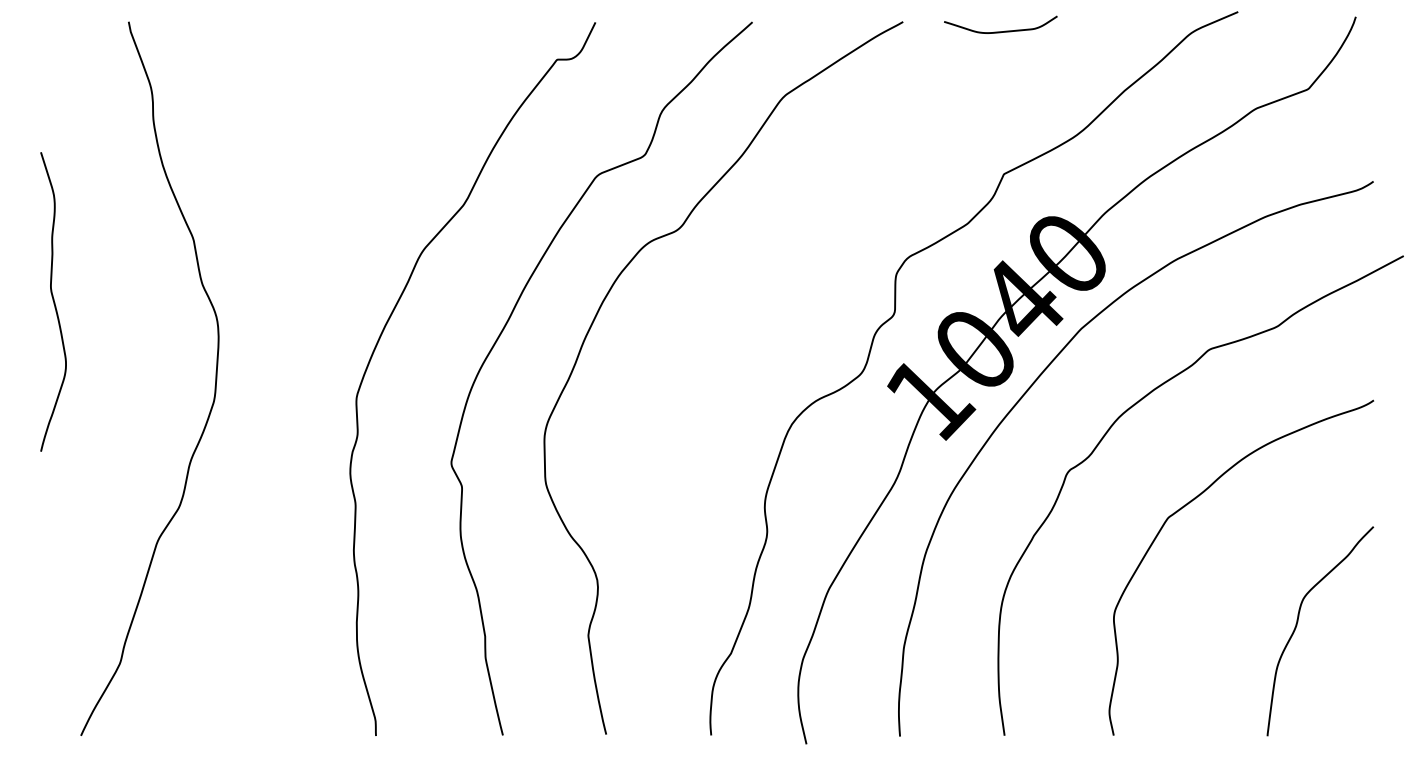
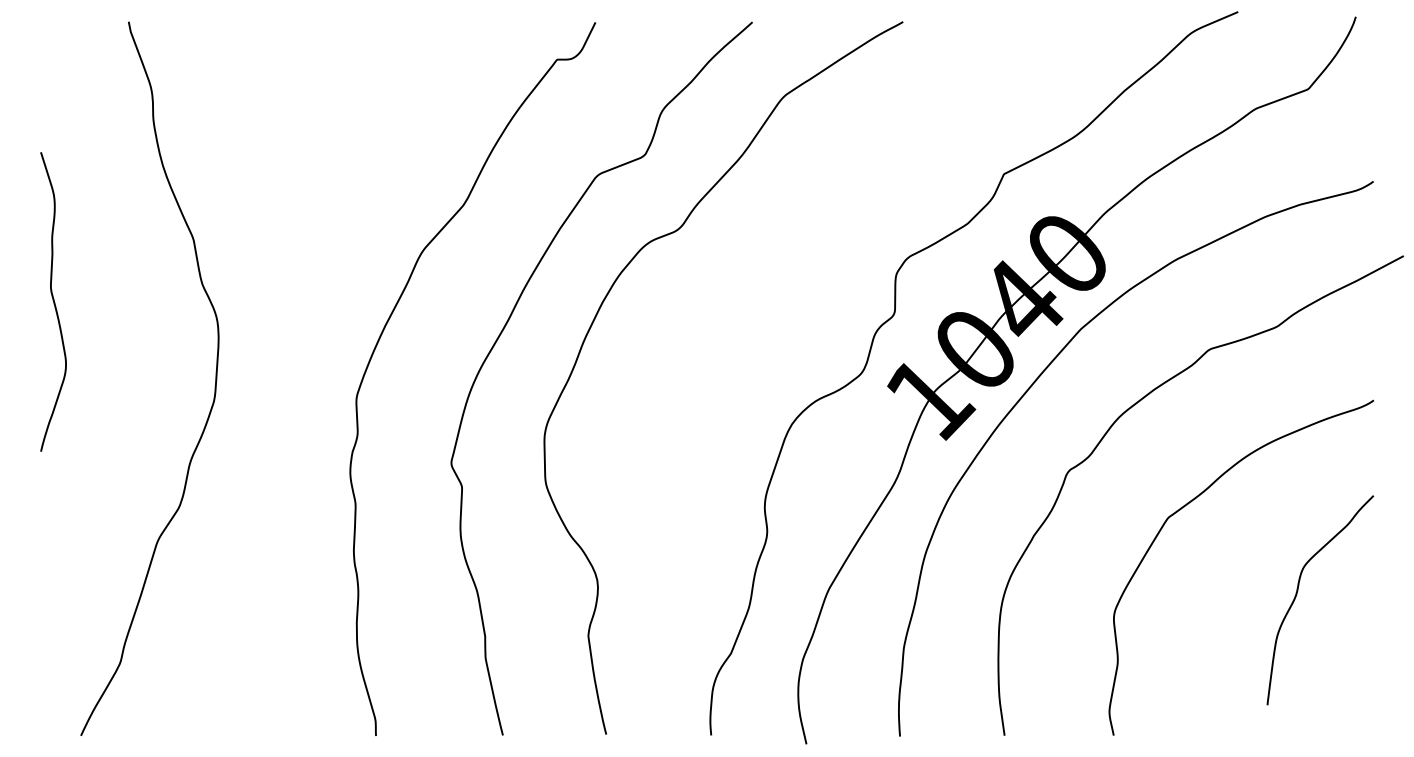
curve at (1000, 31): present -> none
curve at (1298, 622) position: (1298, 622) -> (1298, 591)
